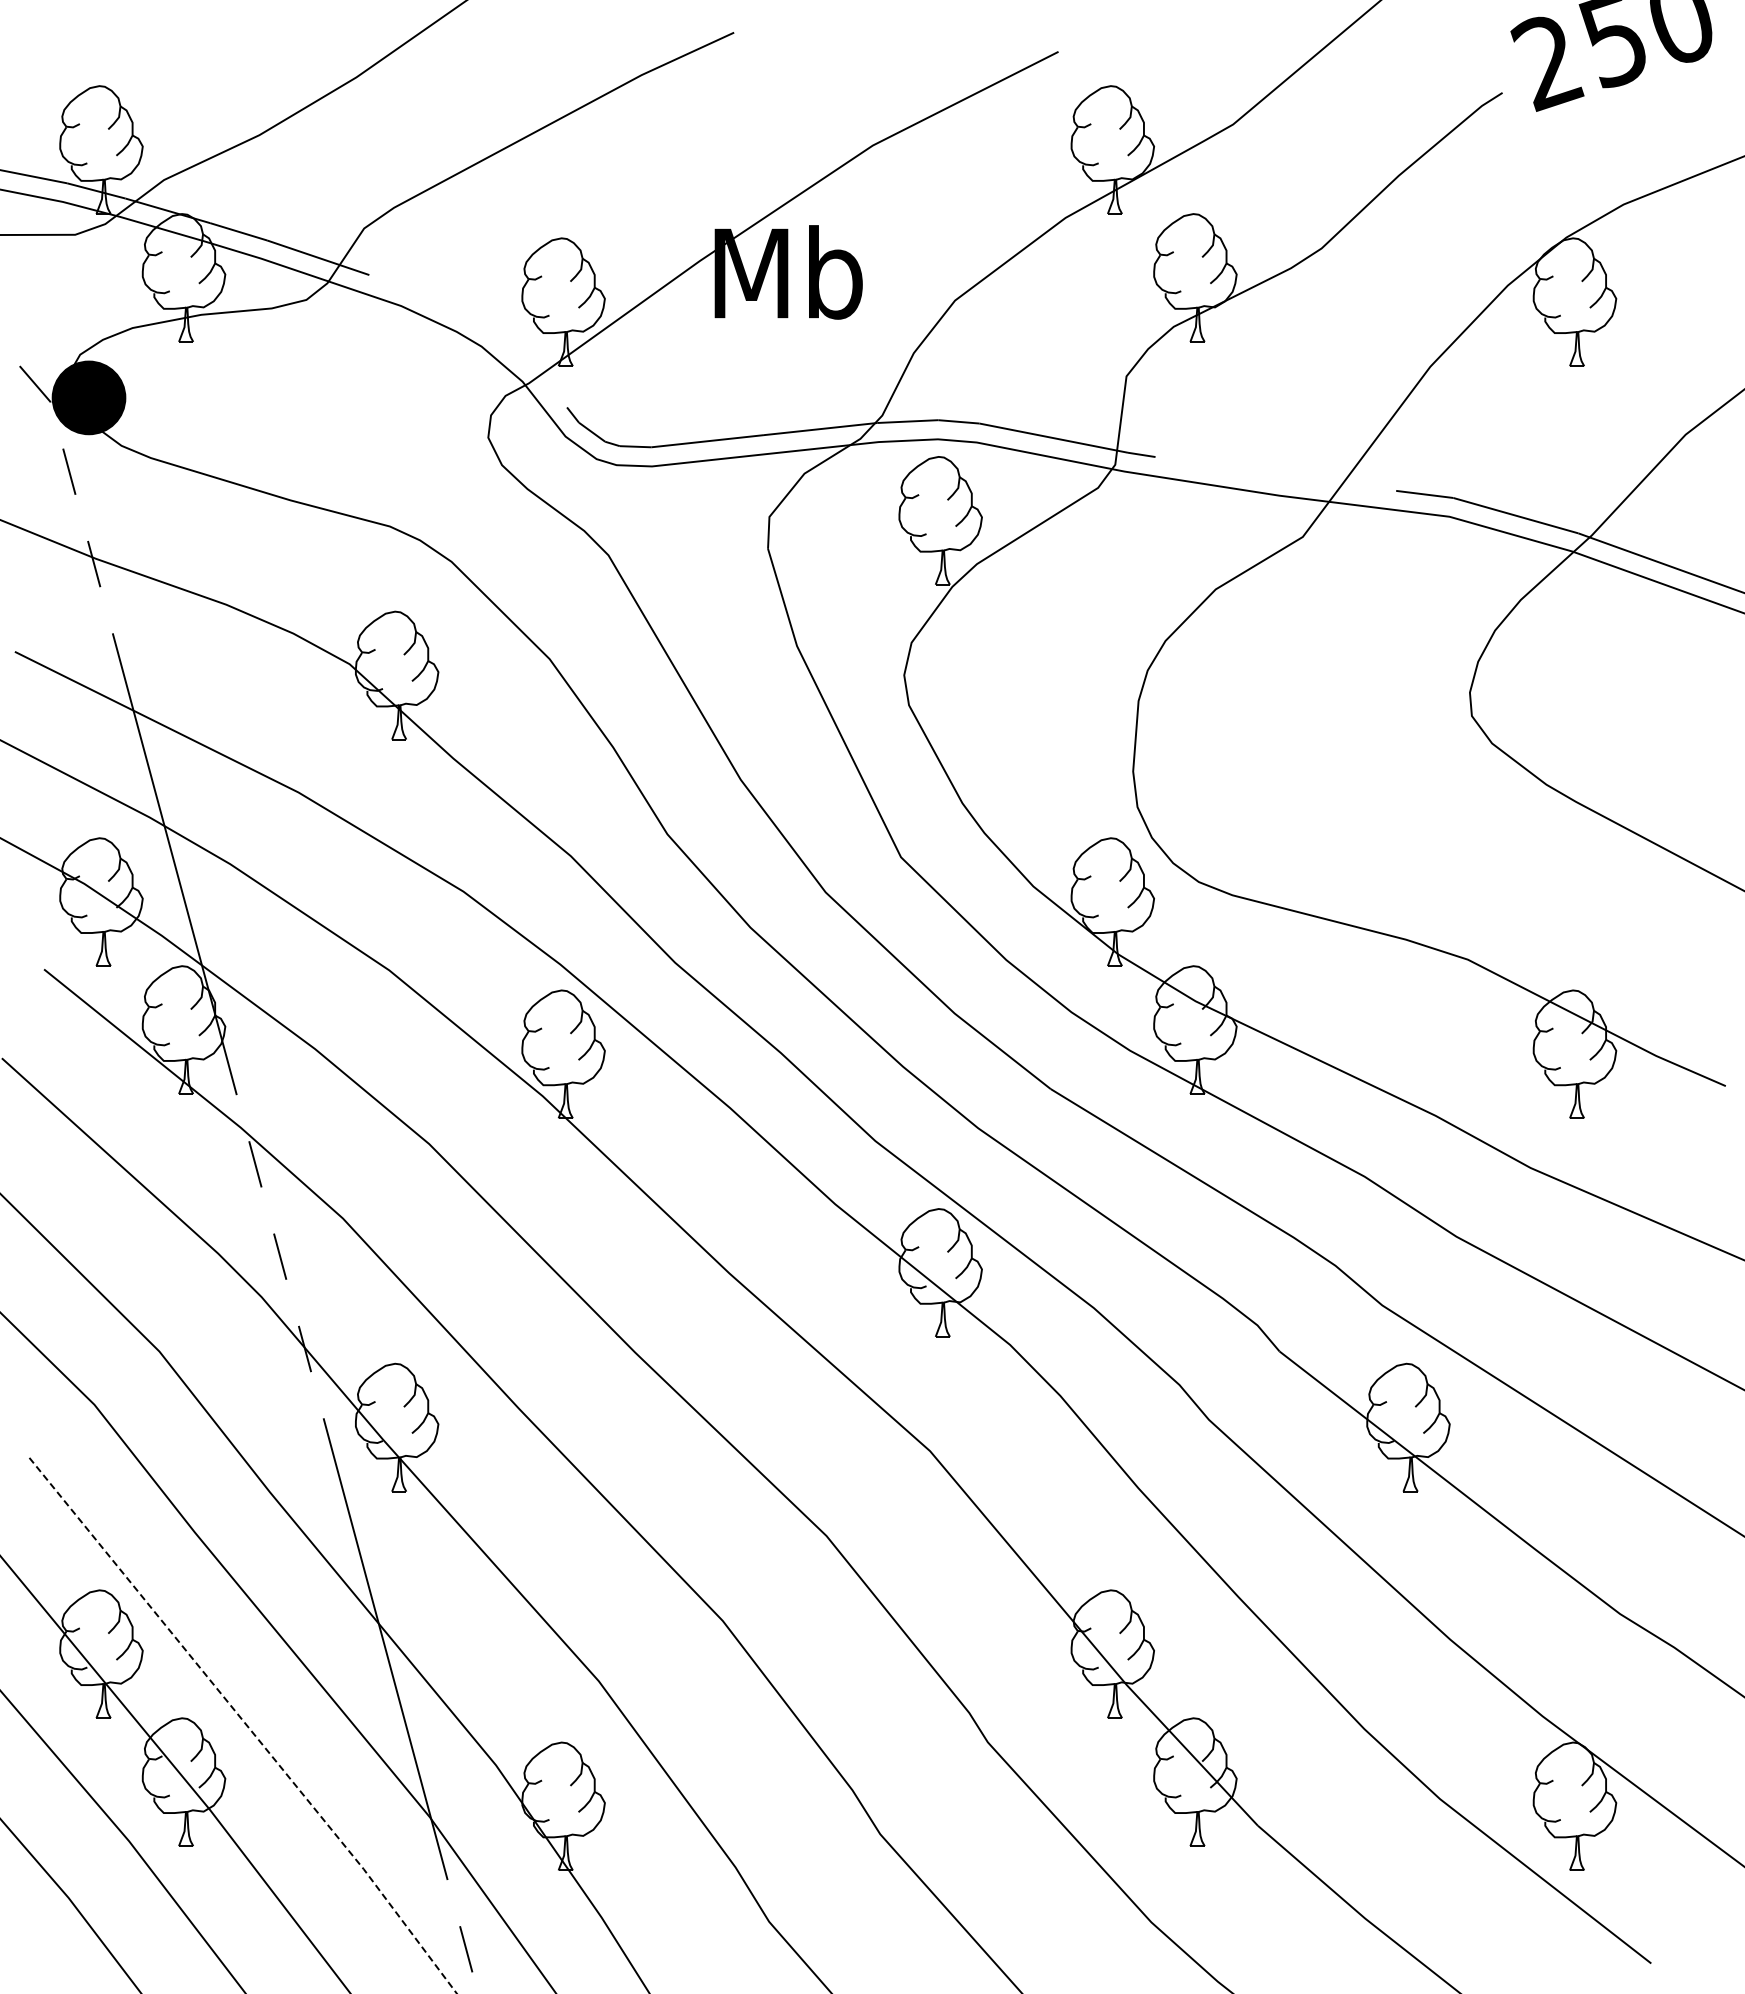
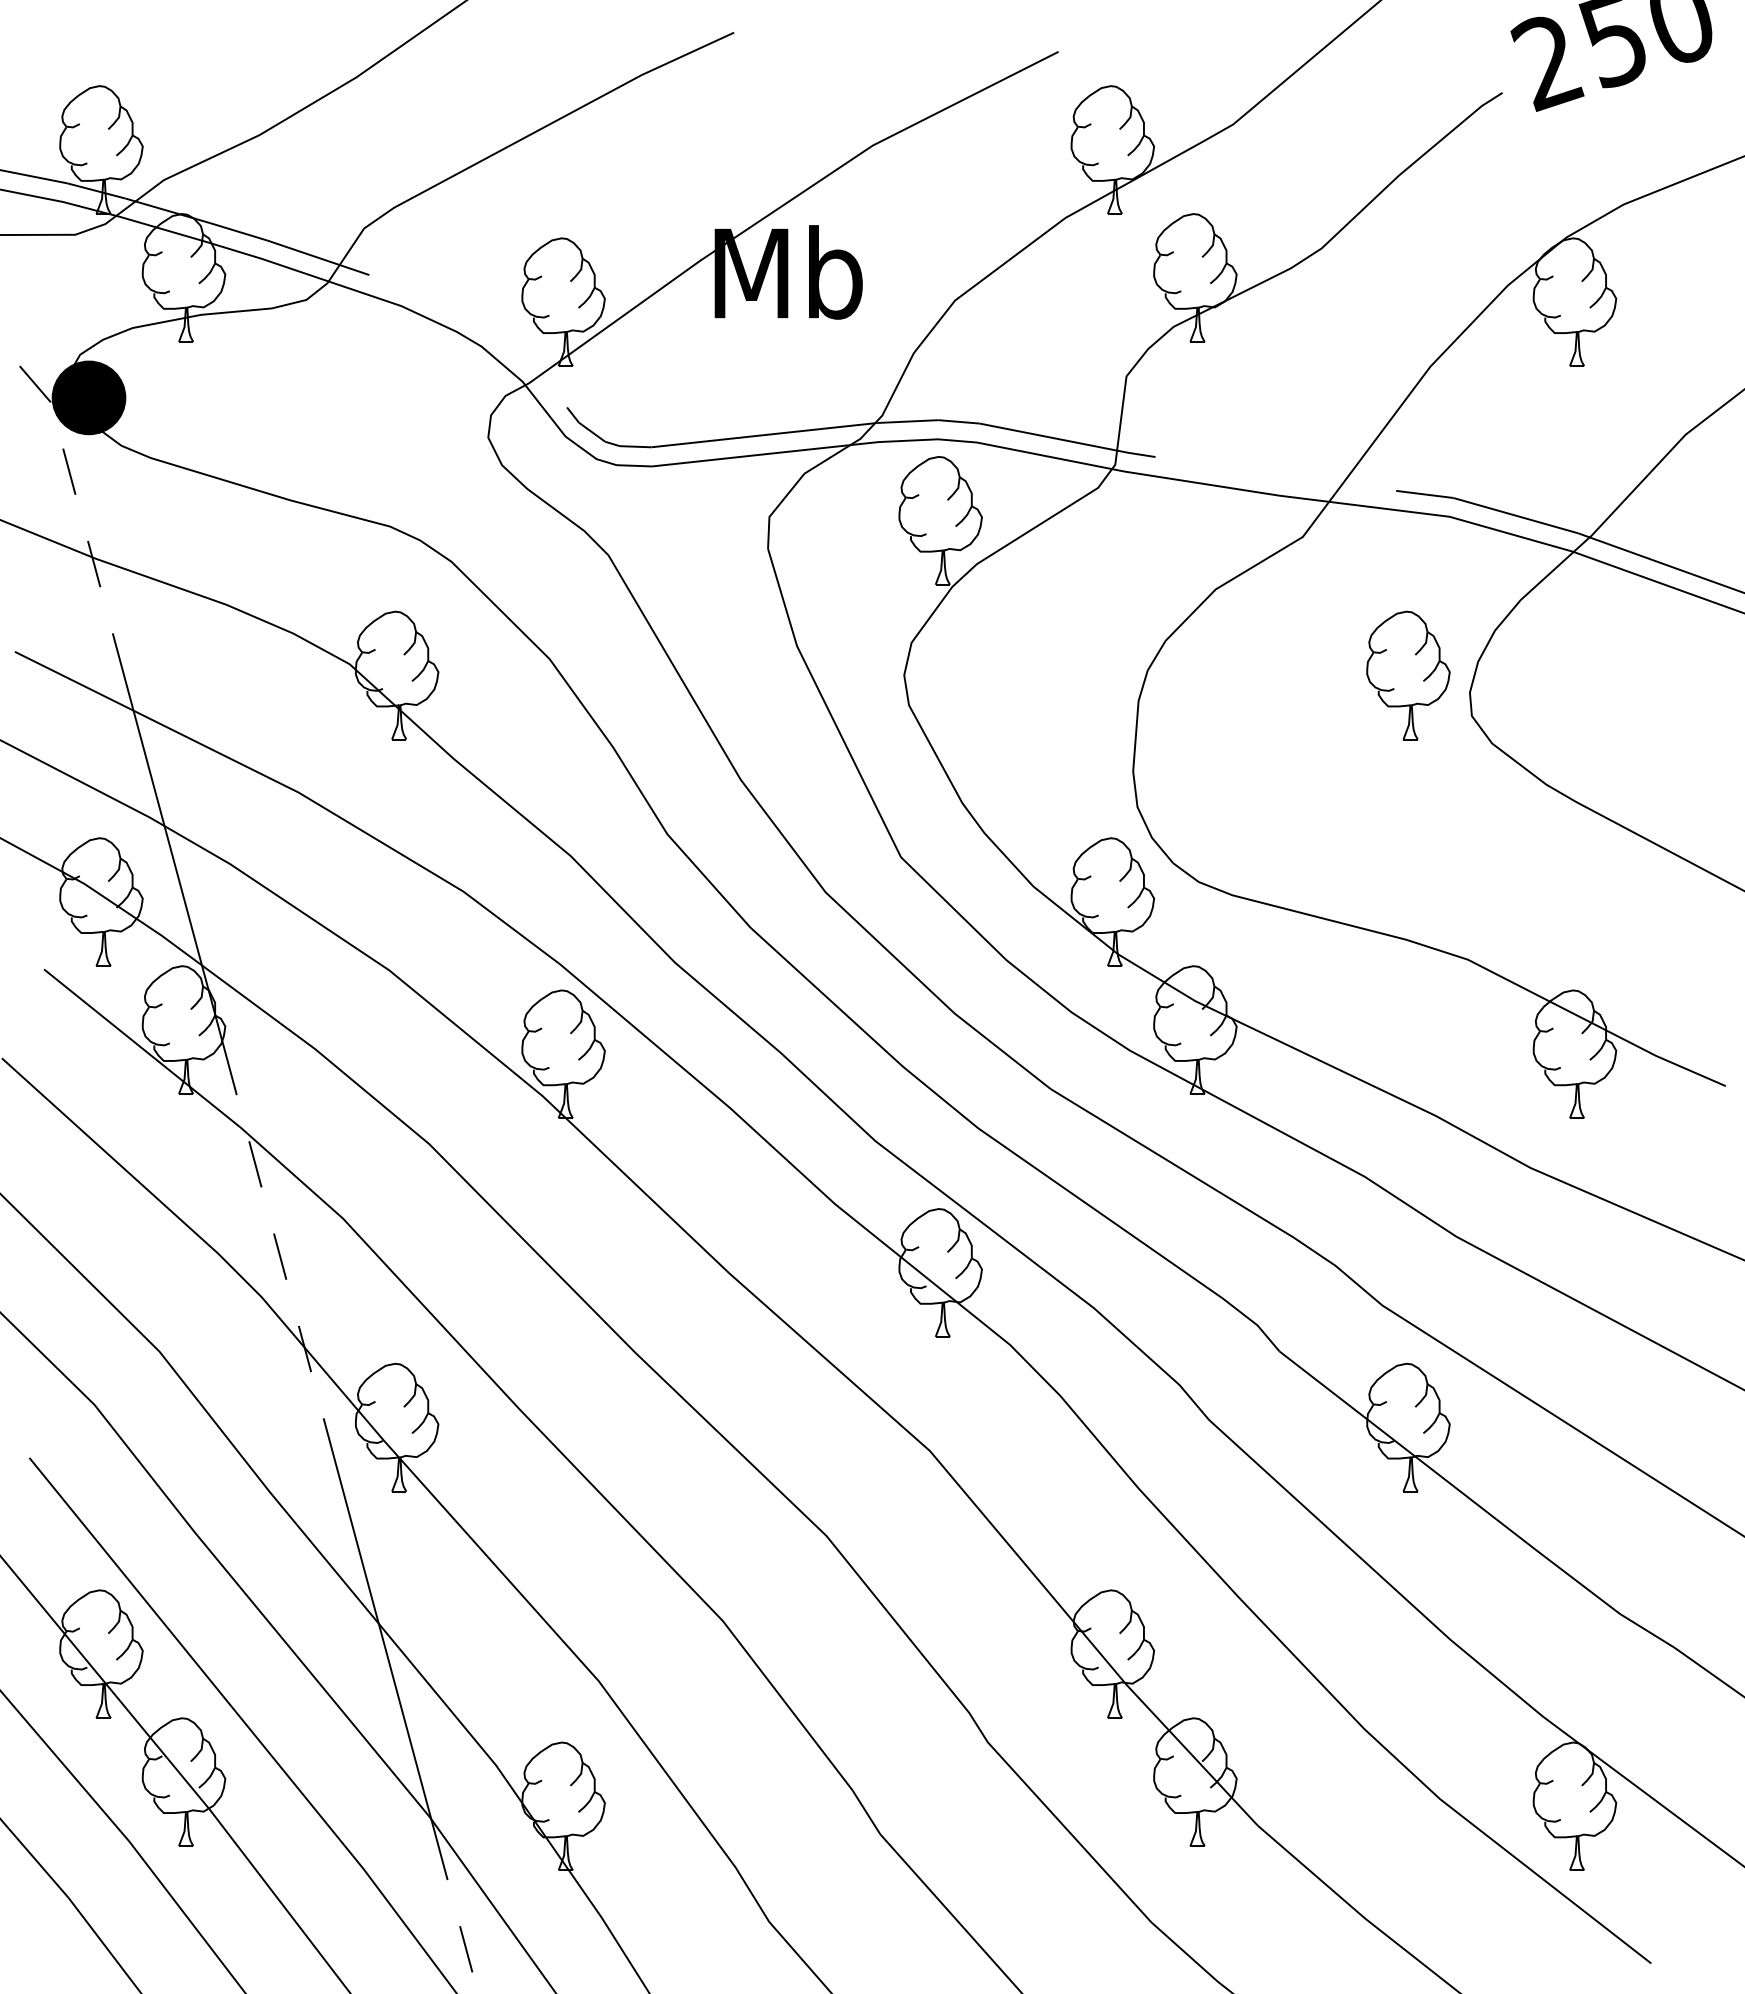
part at (1408, 675): none -> present
line at (246, 1724): dashed -> solid
